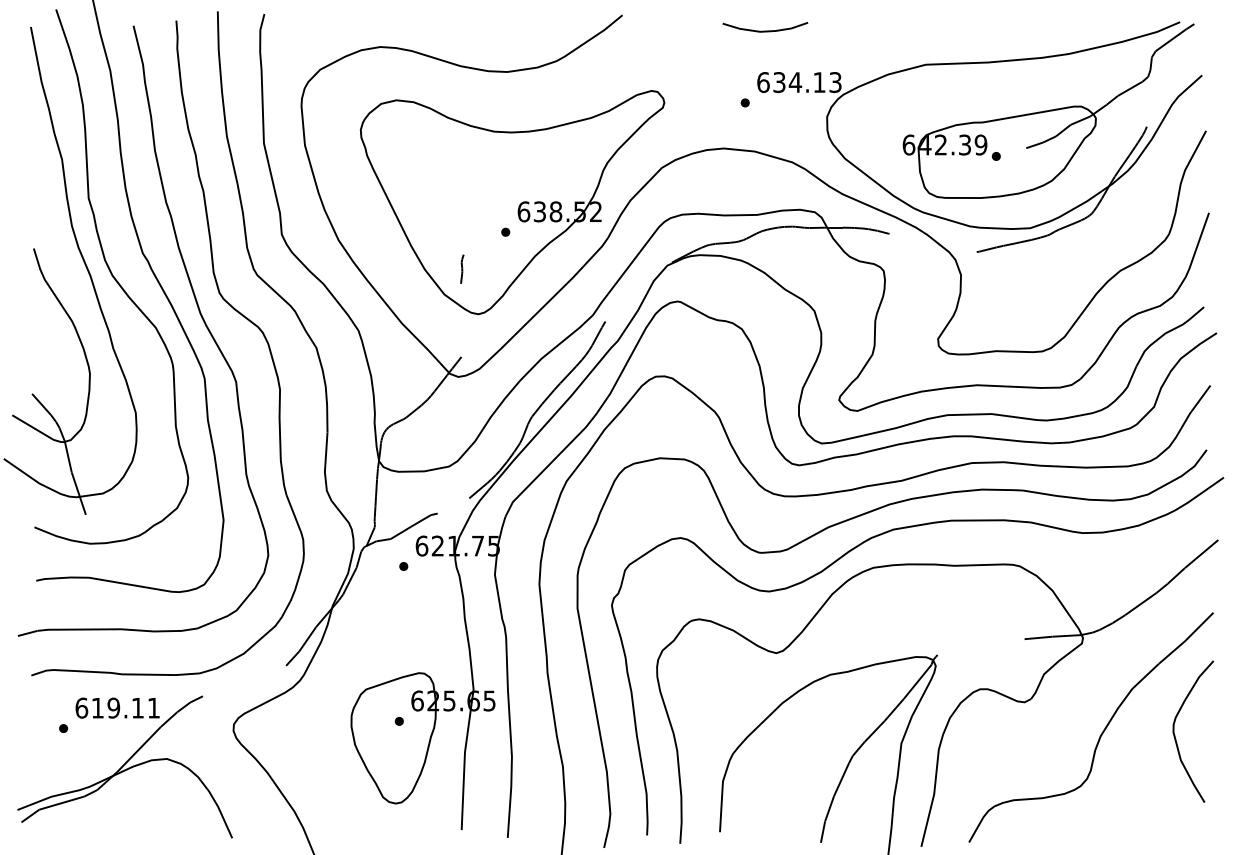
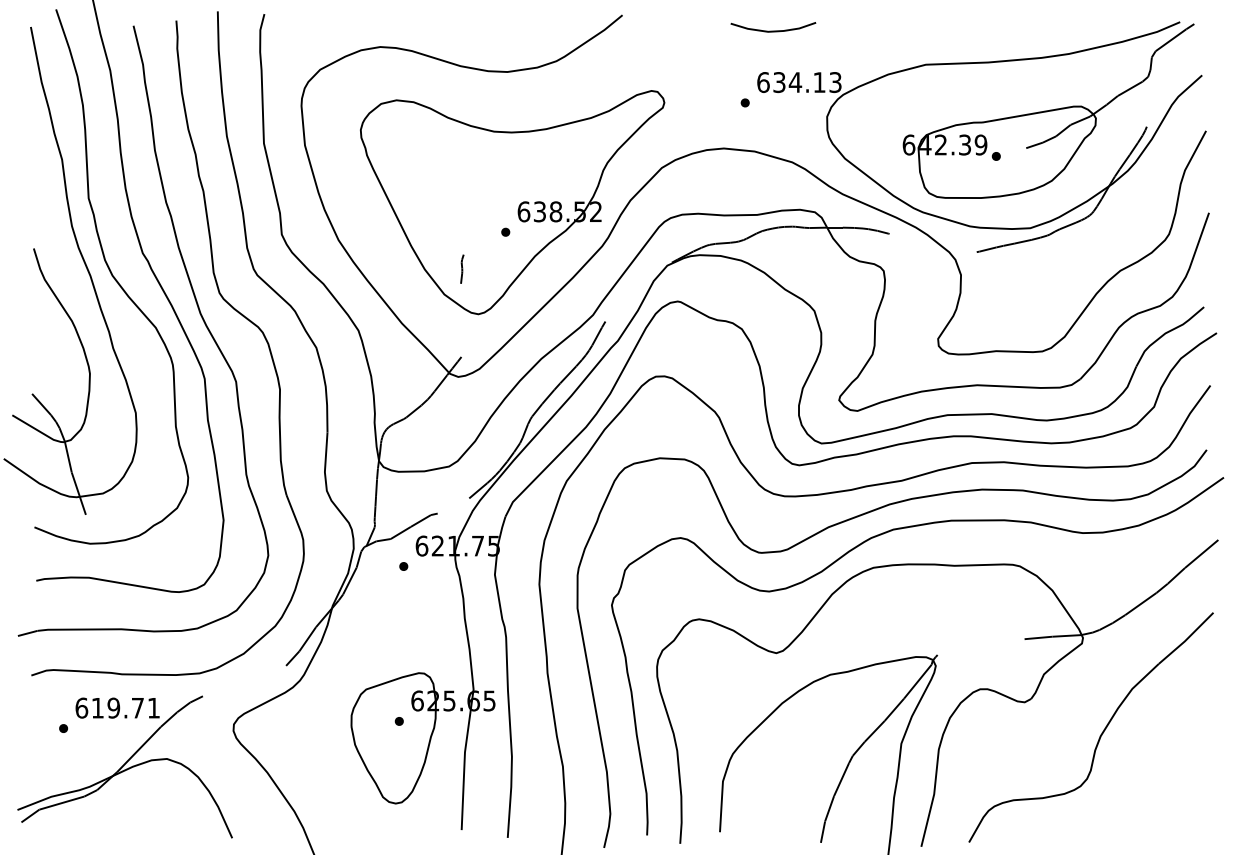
curve at (765, 30) position: (765, 30) -> (773, 30)
text at (137, 708): 619.11 -> 619.71
curve at (1176, 738): present -> none
